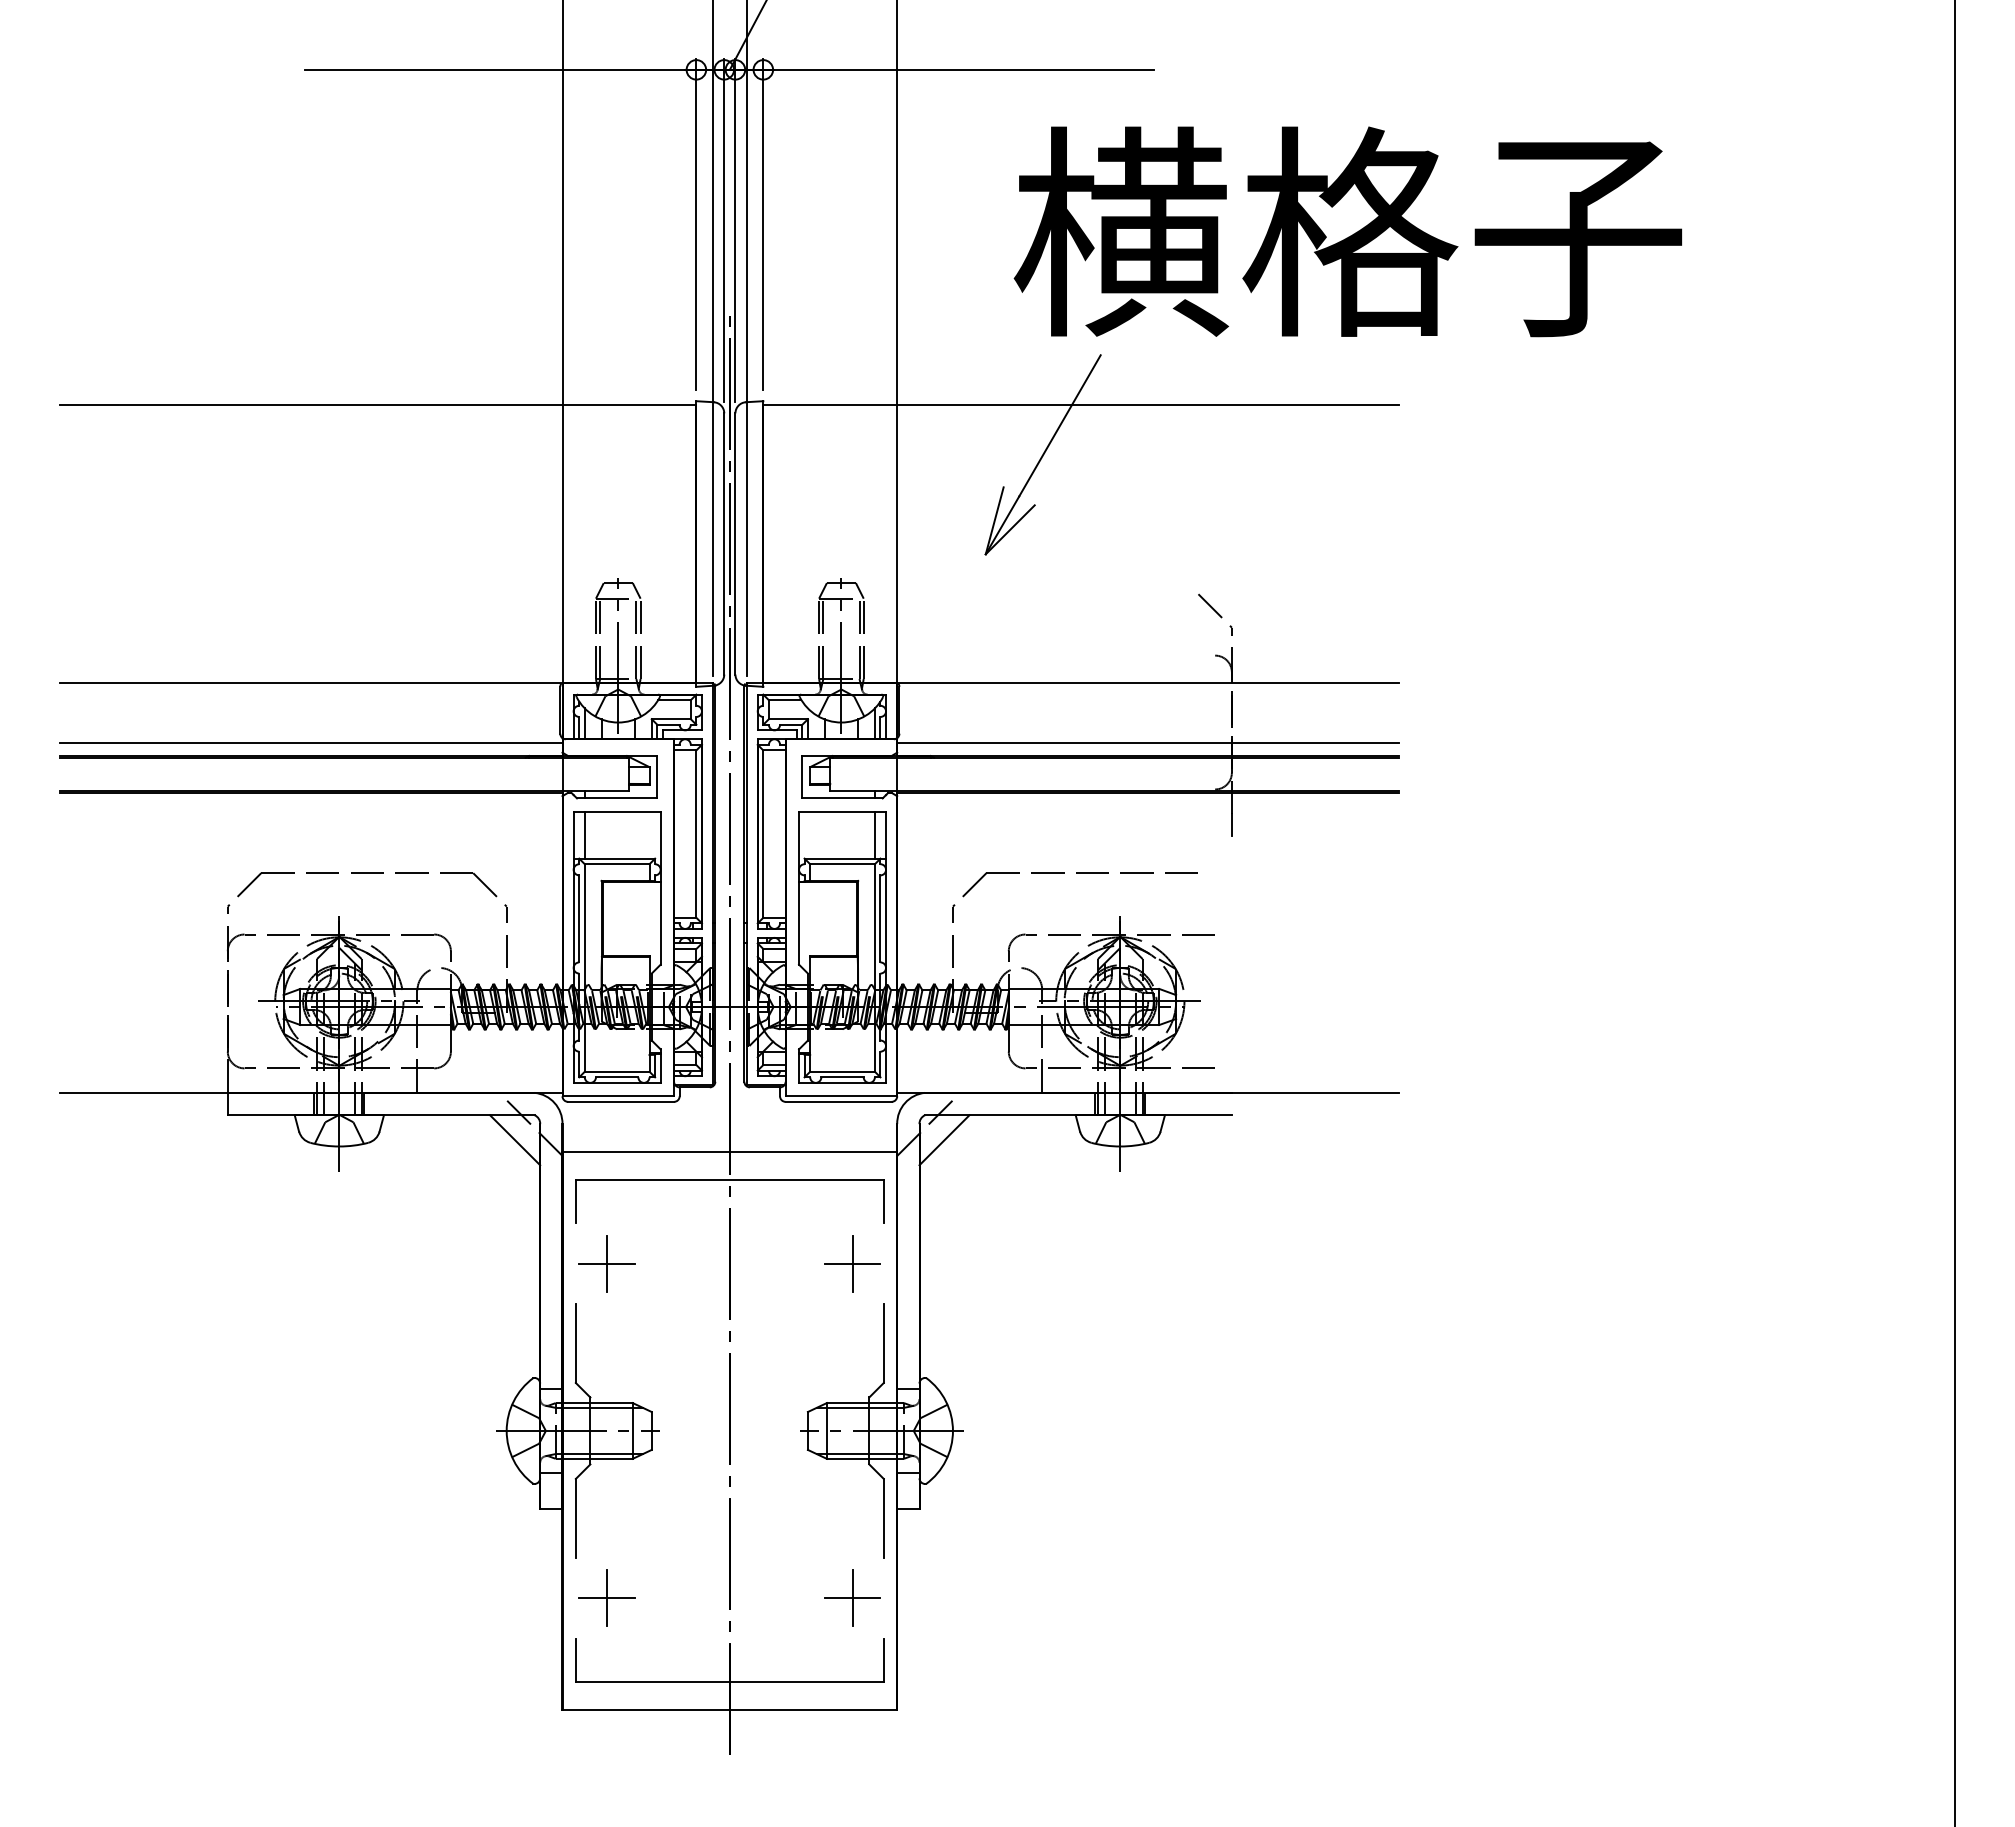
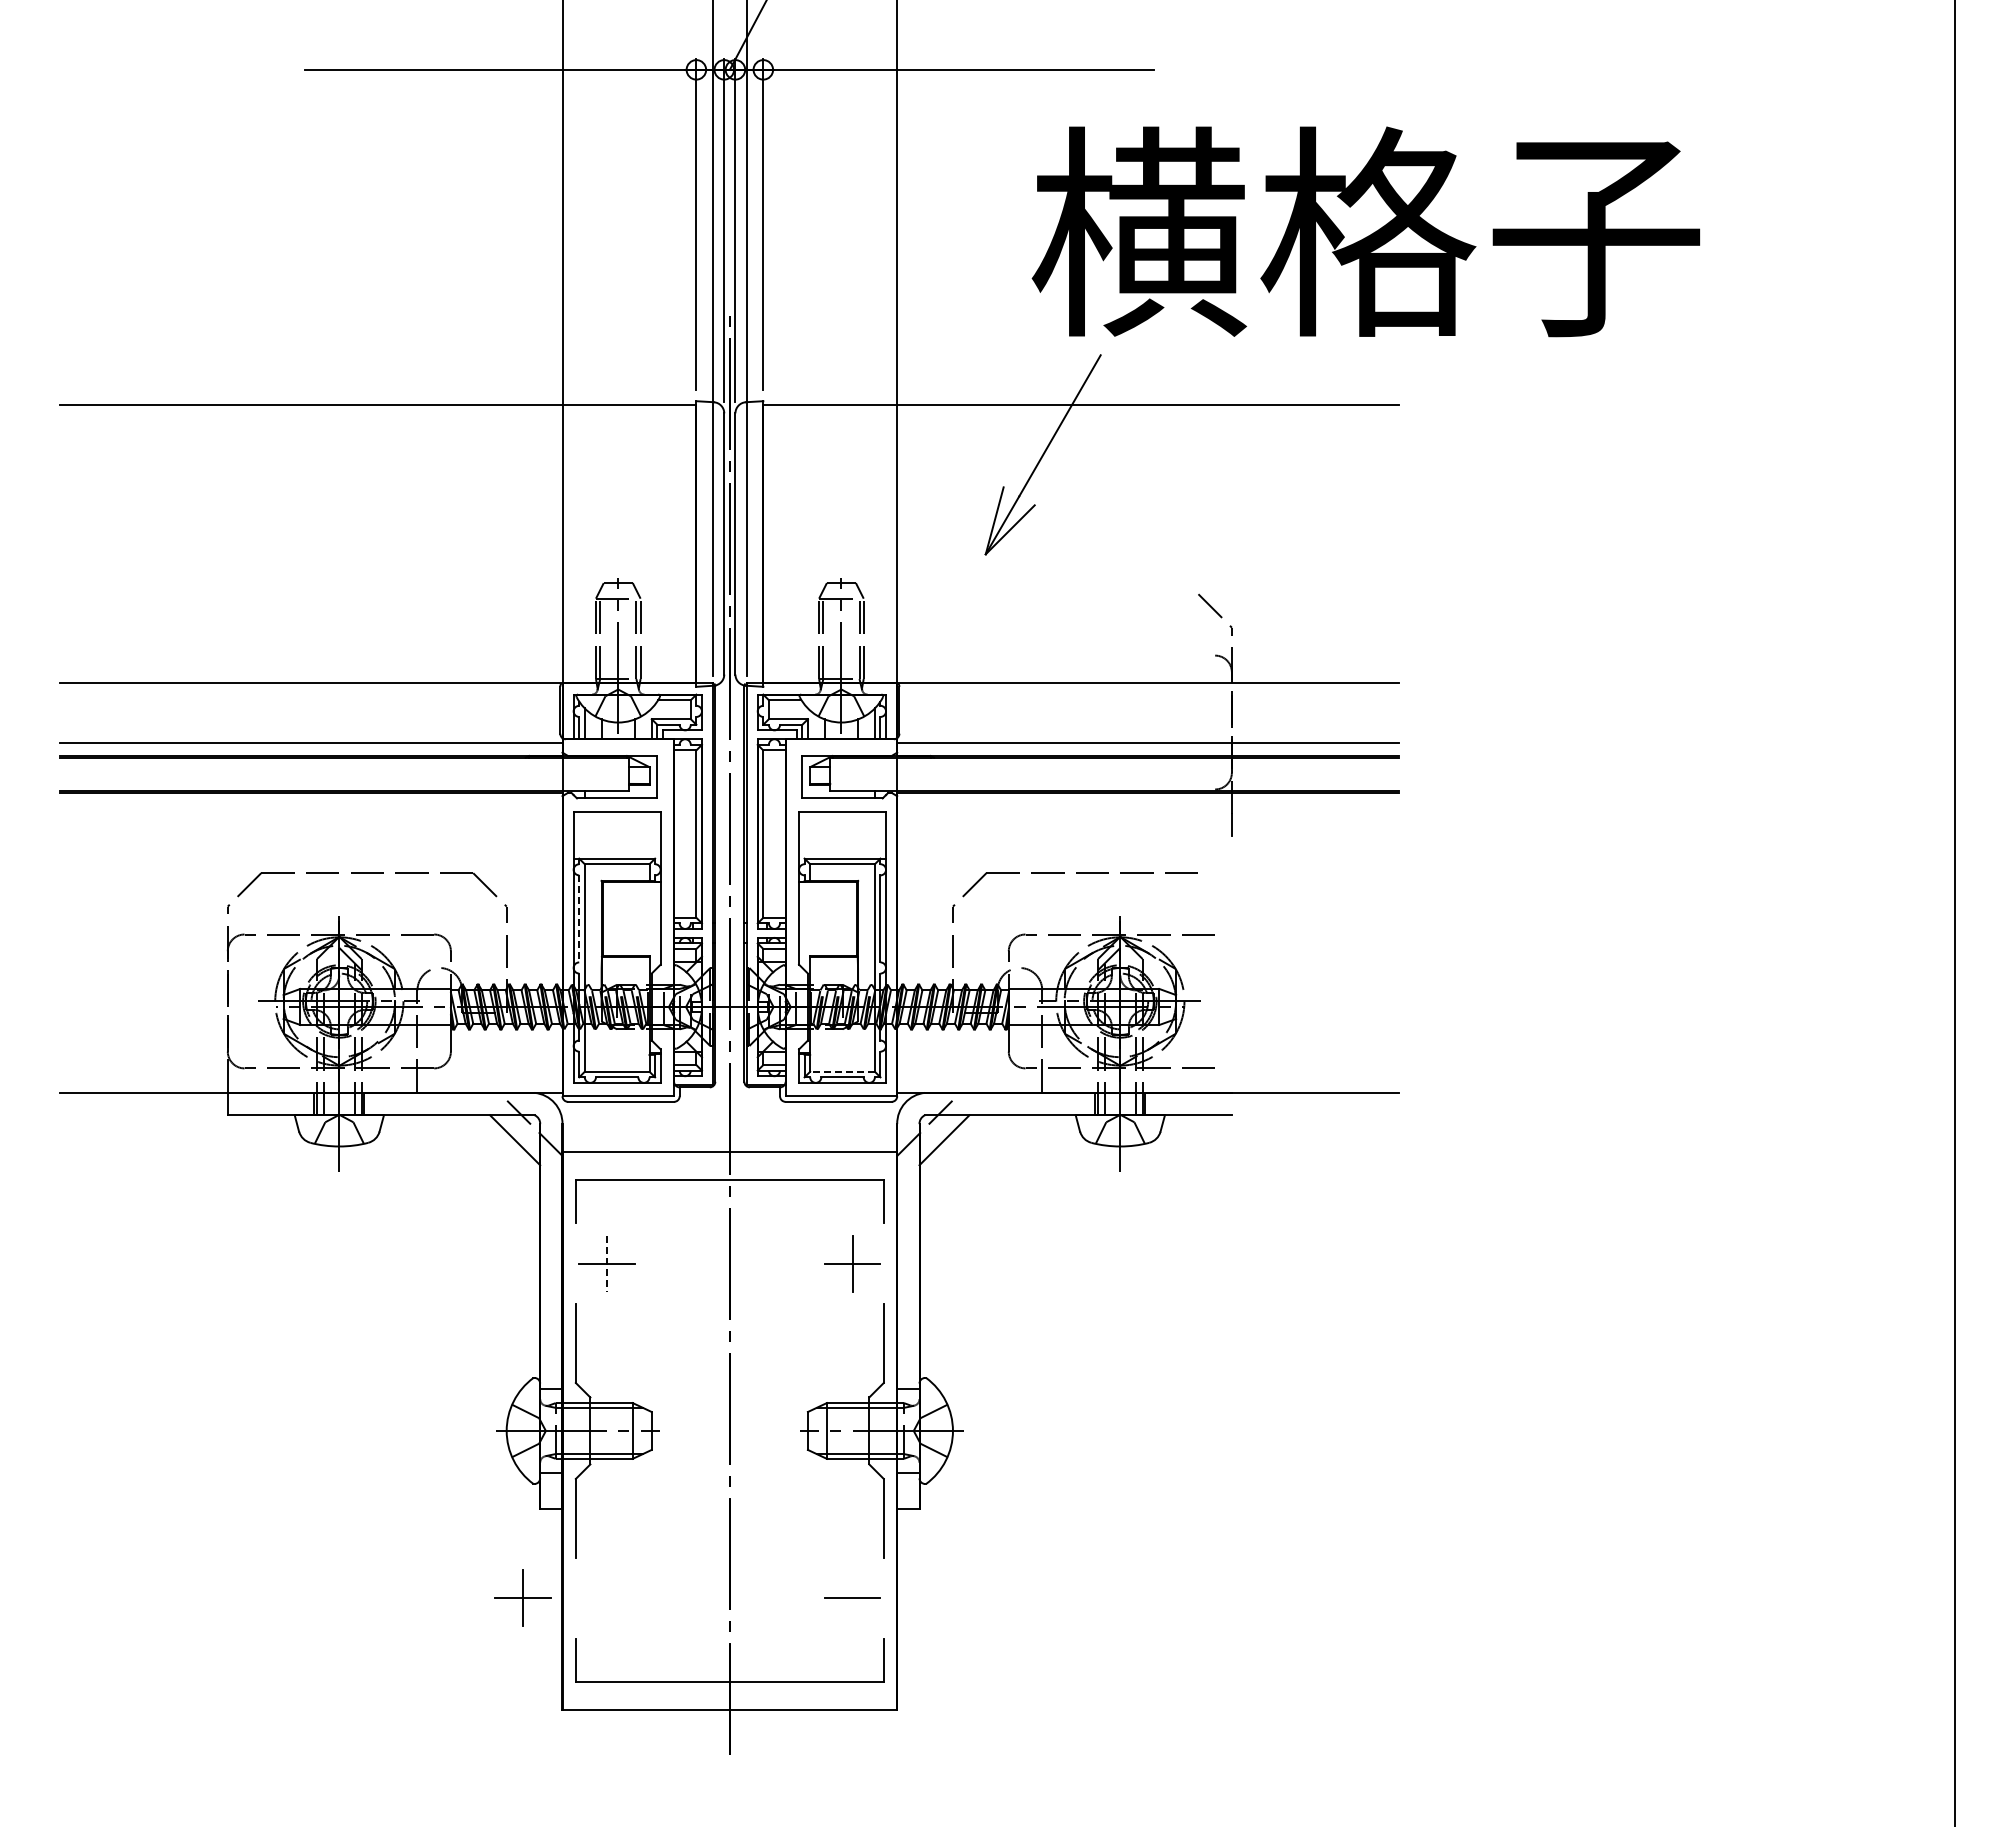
text at (1347, 231) position: (1347, 231) -> (1365, 231)
line at (584, 834): present -> none
line at (874, 834): present -> none
line at (579, 918): solid -> dashed
line at (842, 1071): solid -> dashed
line at (607, 1263): solid -> dashed
part at (606, 1597) position: (606, 1597) -> (522, 1597)
line at (852, 1598): present -> none
